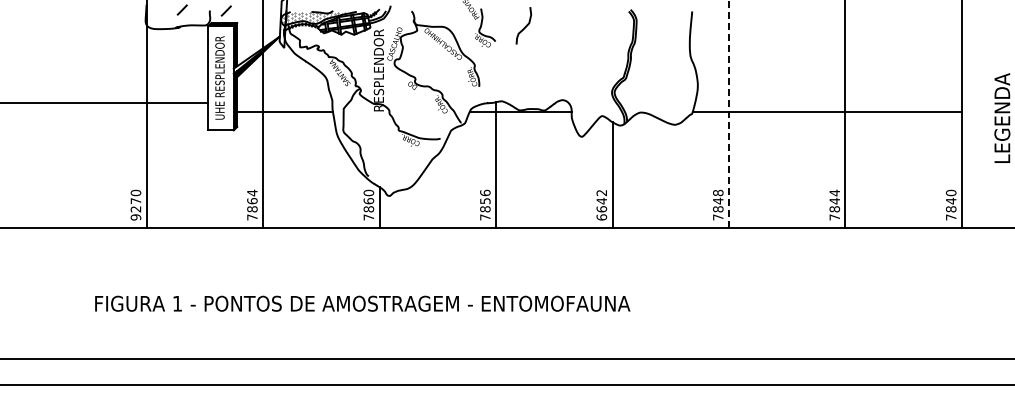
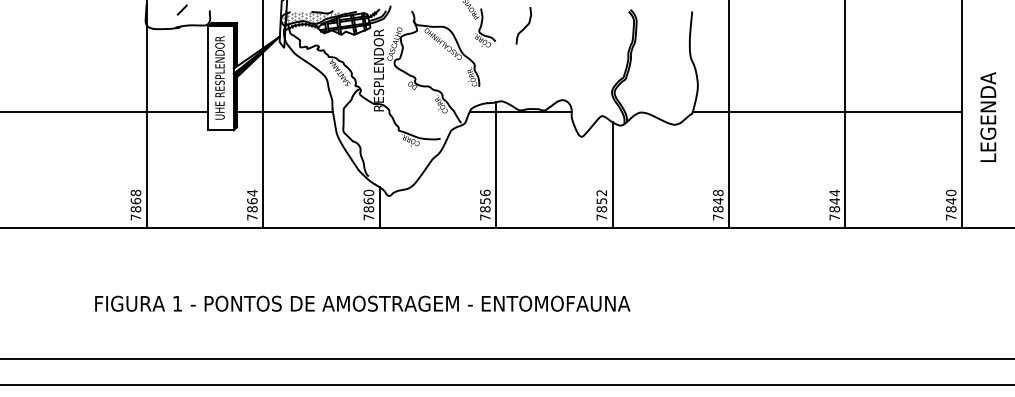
line at (225, 10): present -> none
line at (105, 102) position: (105, 102) -> (105, 111)
line at (729, 114): dashed -> solid
text at (1002, 117) position: (1002, 117) -> (988, 116)
text at (135, 204): 9270 -> 7868
text at (601, 208): 6642 -> 7852
